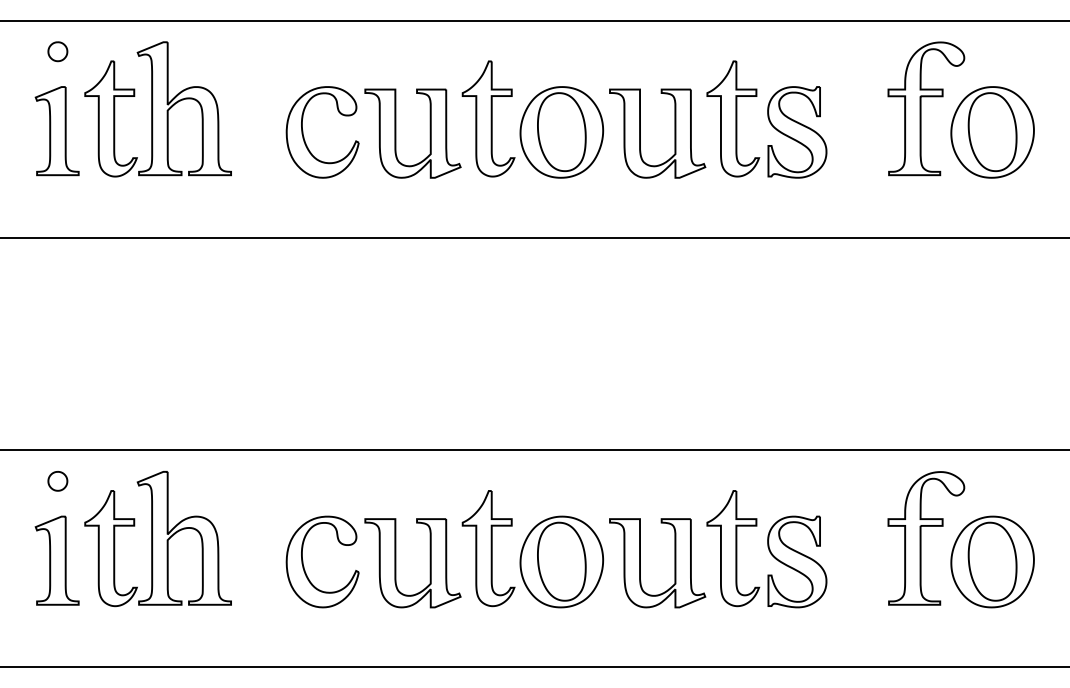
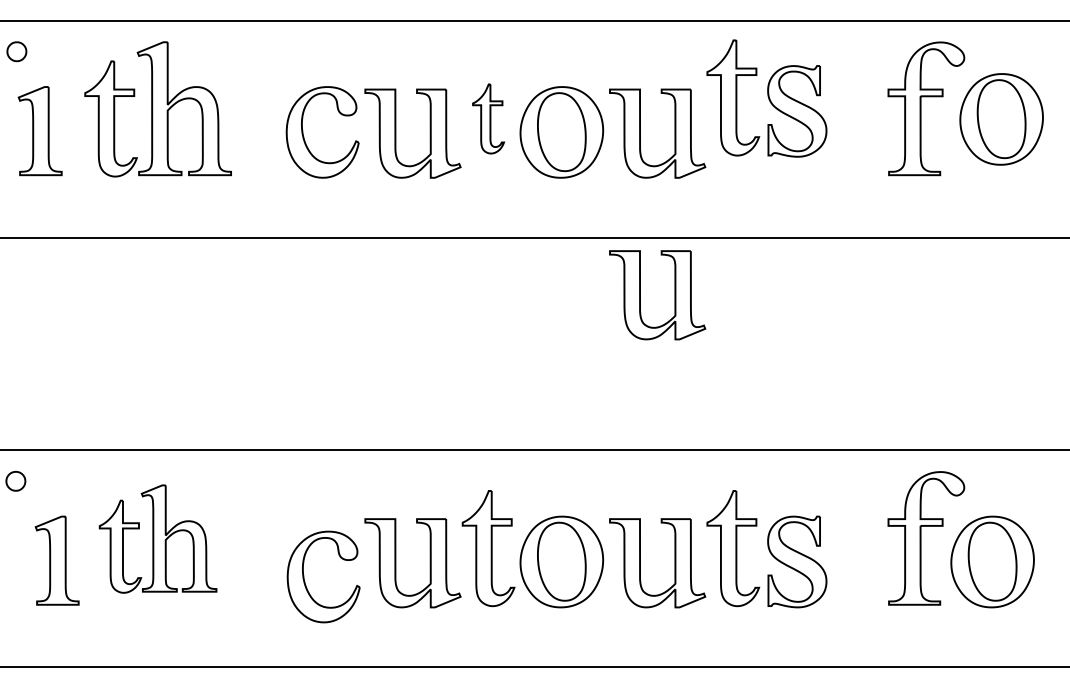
part at (57, 51) position: (57, 51) -> (16, 51)
part at (488, 118) size: 55x118 px -> 34x72 px
part at (766, 119) position: (766, 119) -> (766, 98)
part at (56, 131) position: (56, 131) -> (39, 131)
part at (992, 132) position: (992, 132) -> (1001, 119)
part at (640, 295): none -> present
part at (57, 481) position: (57, 481) -> (15, 481)
part at (157, 539) size: 148x137 px -> 120x110 px
part at (304, 566) position: (304, 566) -> (305, 581)
